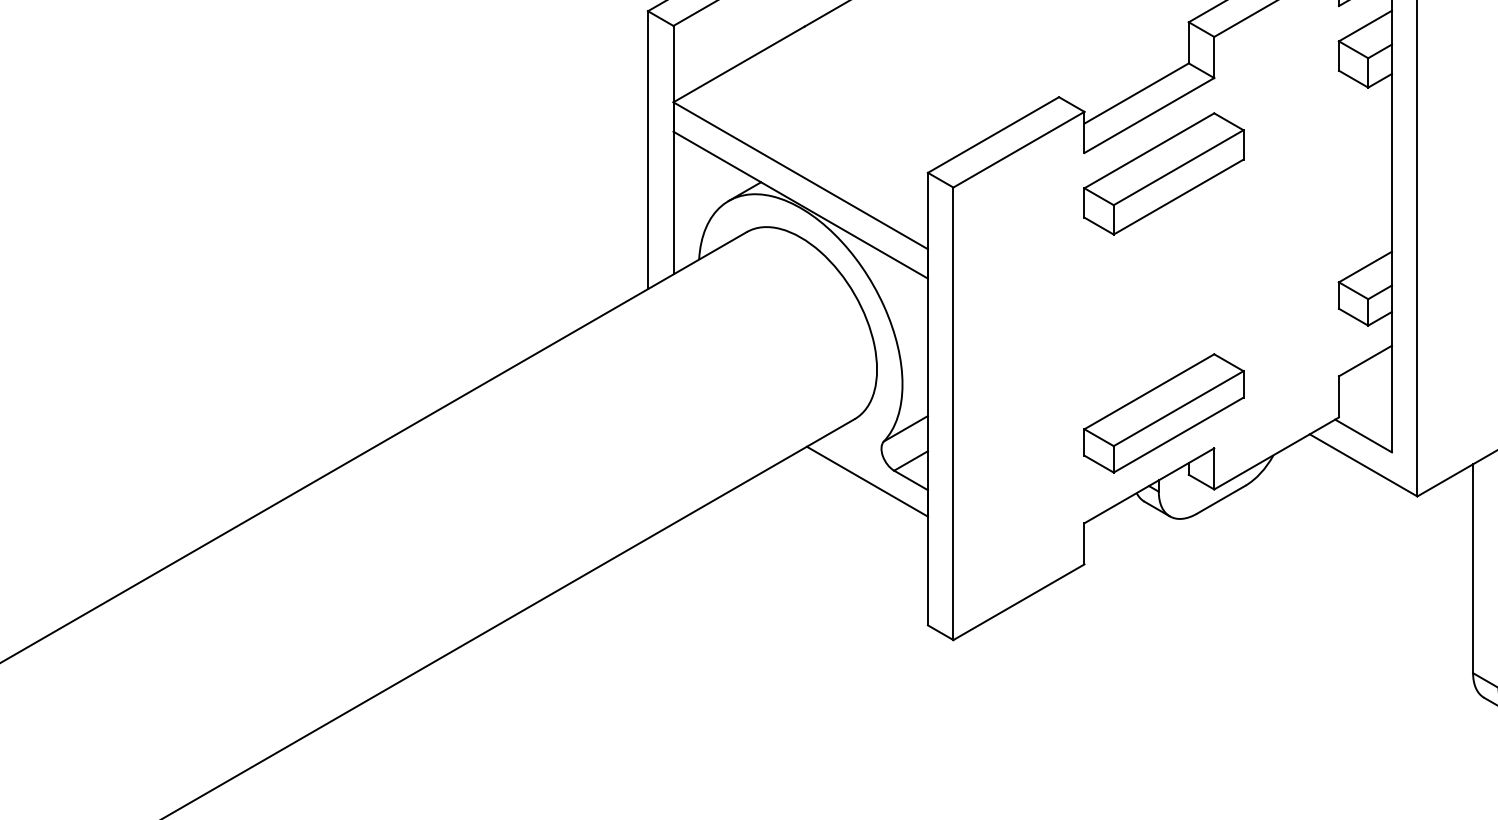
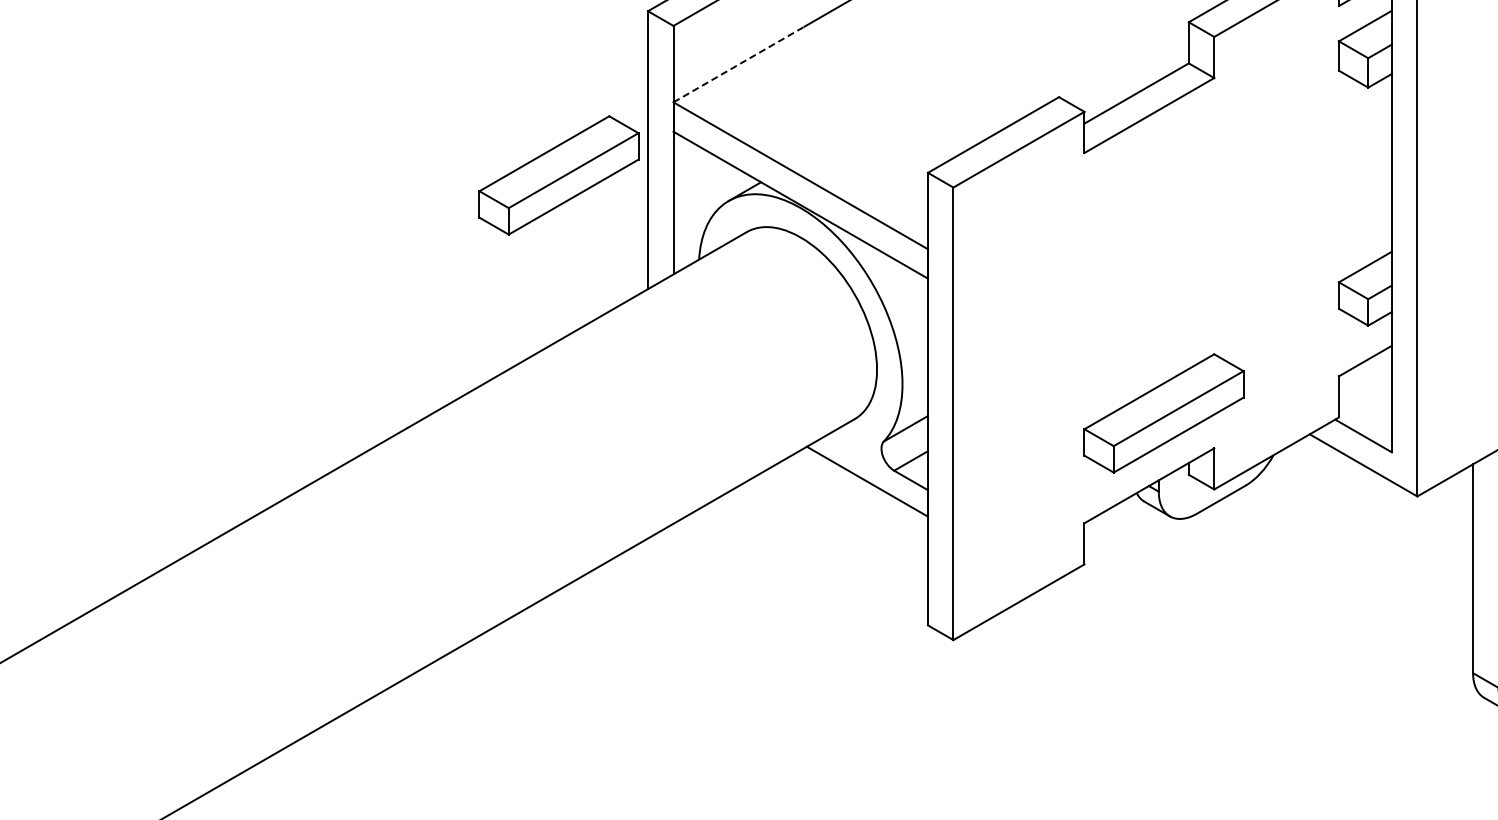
line at (739, 64): solid -> dashed
part at (1163, 173): present -> none
part at (558, 175): none -> present
